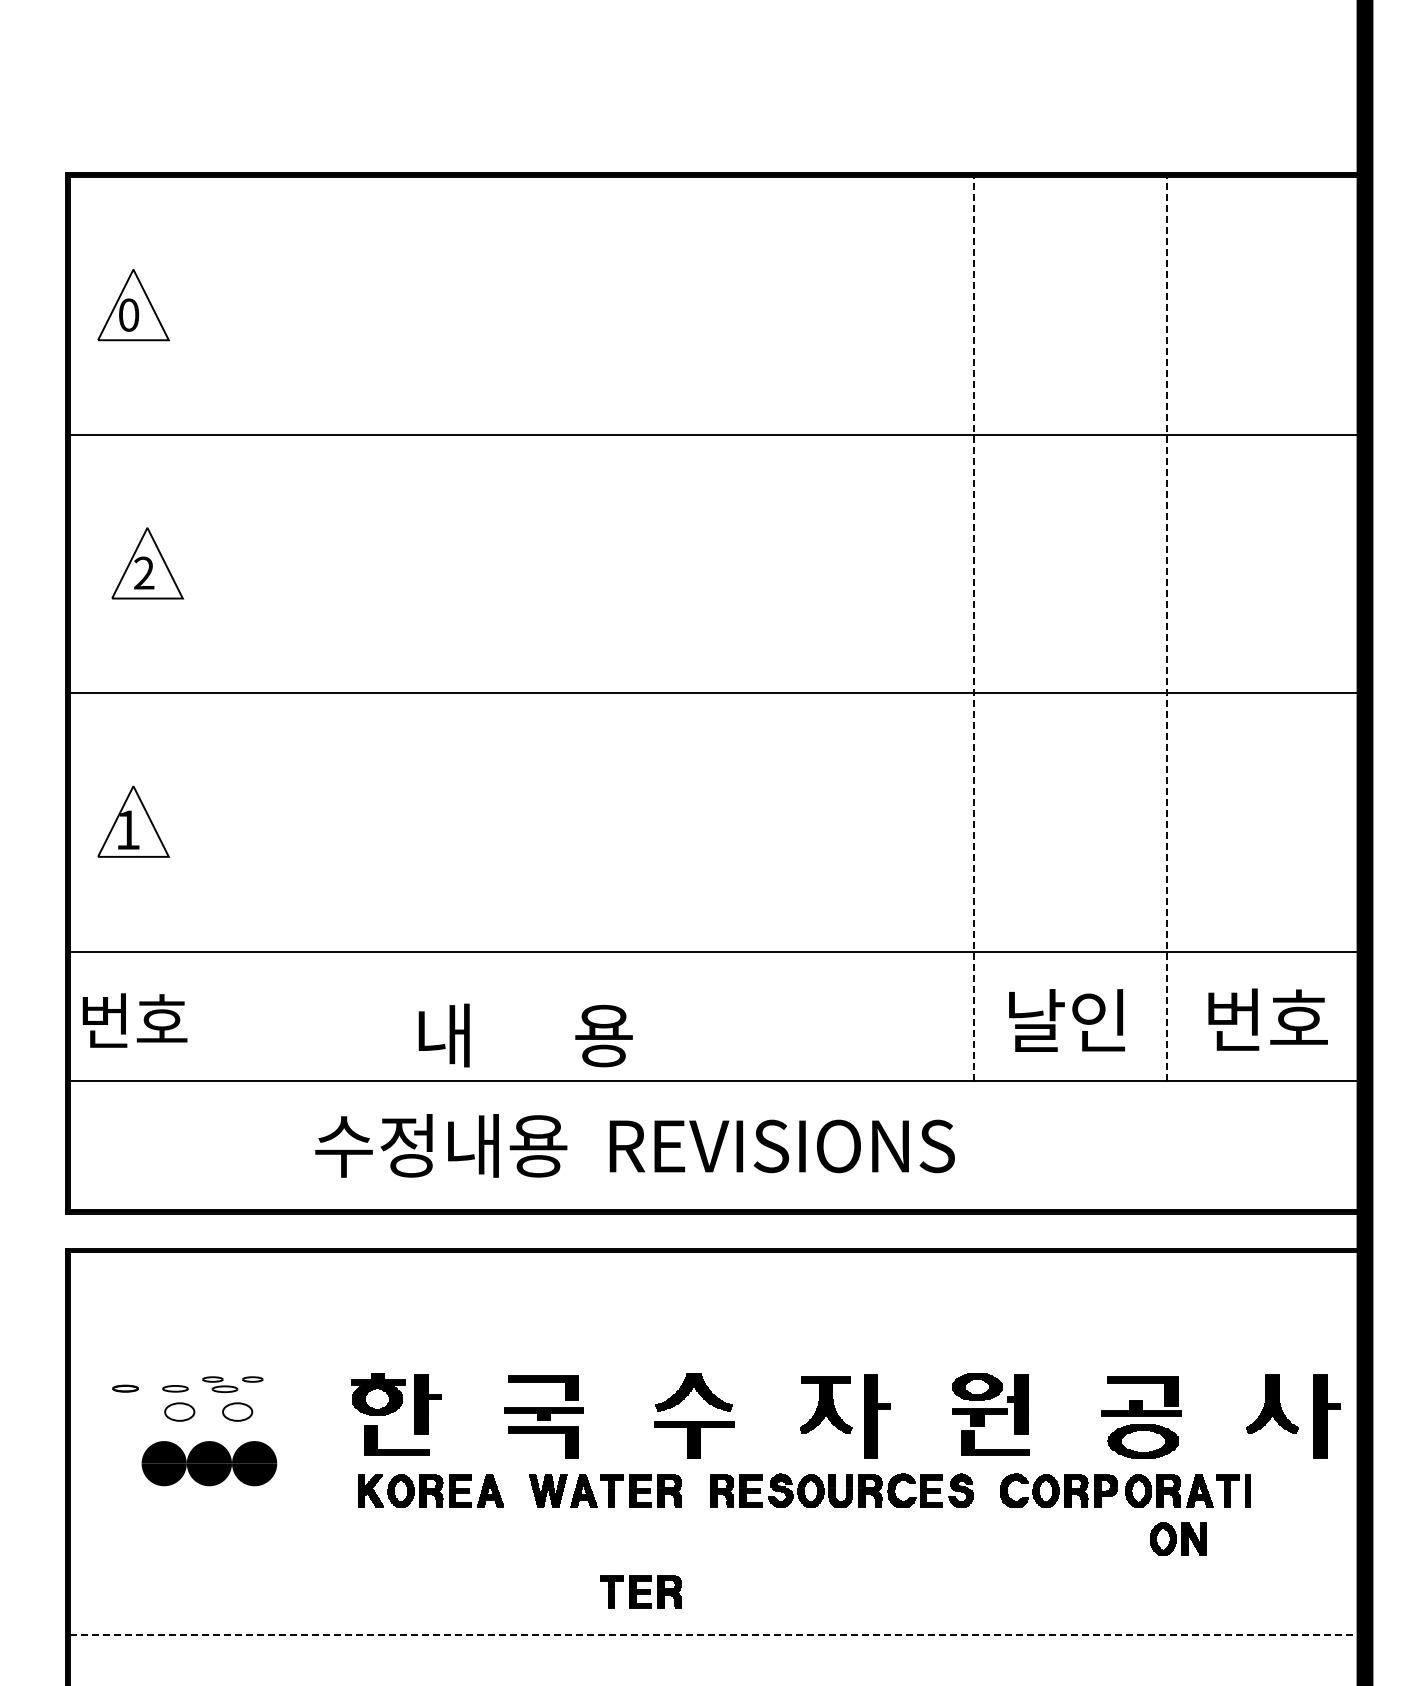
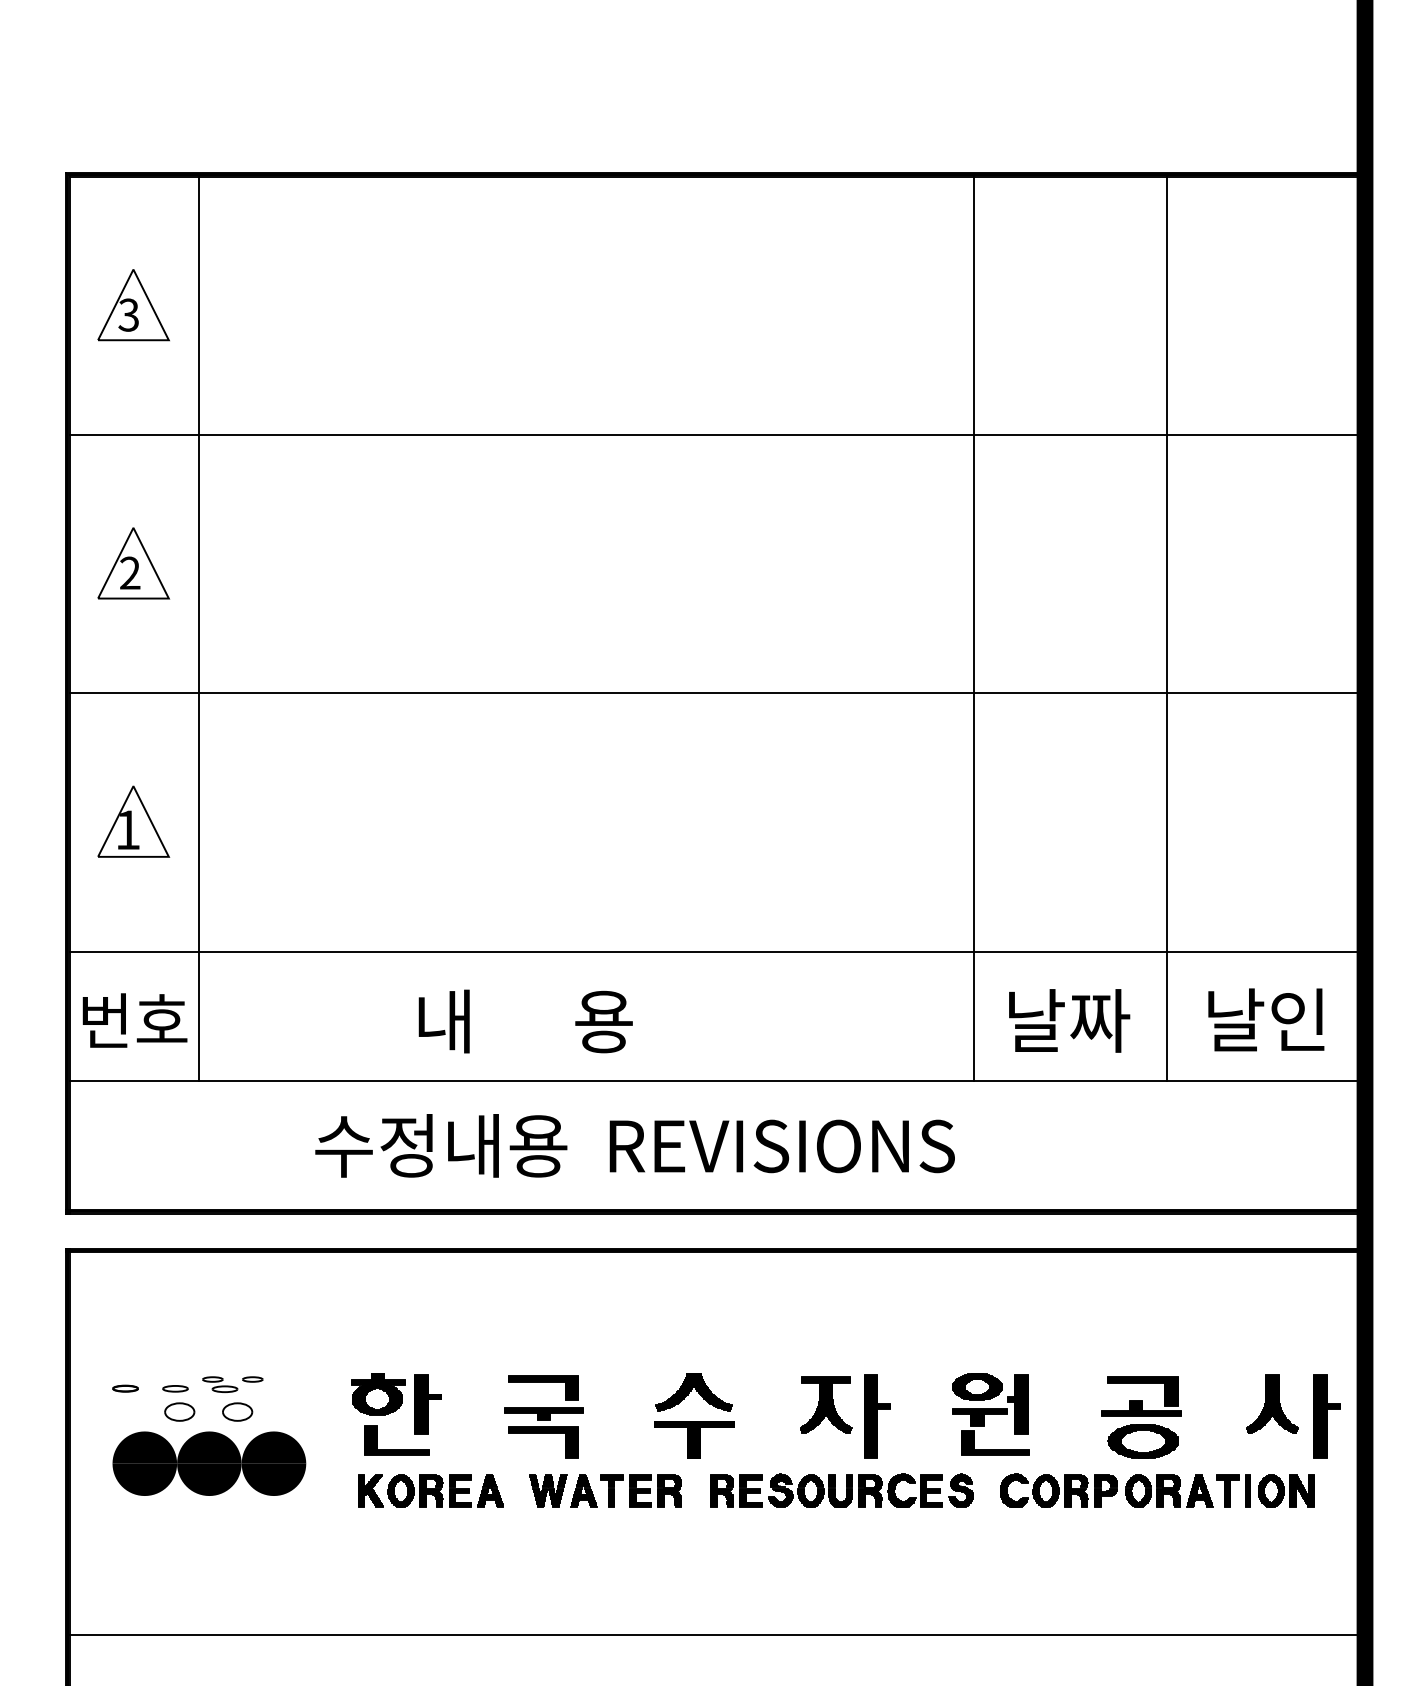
text at (128, 314): 0 -> 3
part at (147, 563) position: (147, 563) -> (133, 563)
line at (198, 628): none -> present
line at (973, 628): dashed -> solid
line at (1167, 628): dashed -> solid
text at (1267, 1019): 번호 -> 날인
text at (1100, 1020): 날인 -> 날짜
text at (525, 1035) position: (525, 1035) -> (525, 1021)
part at (209, 1463) size: 137x46 px -> 195x65 px
part at (1178, 1538) position: (1178, 1538) -> (1286, 1490)
part at (640, 1591): present -> none
line at (715, 1634): dashed -> solid
